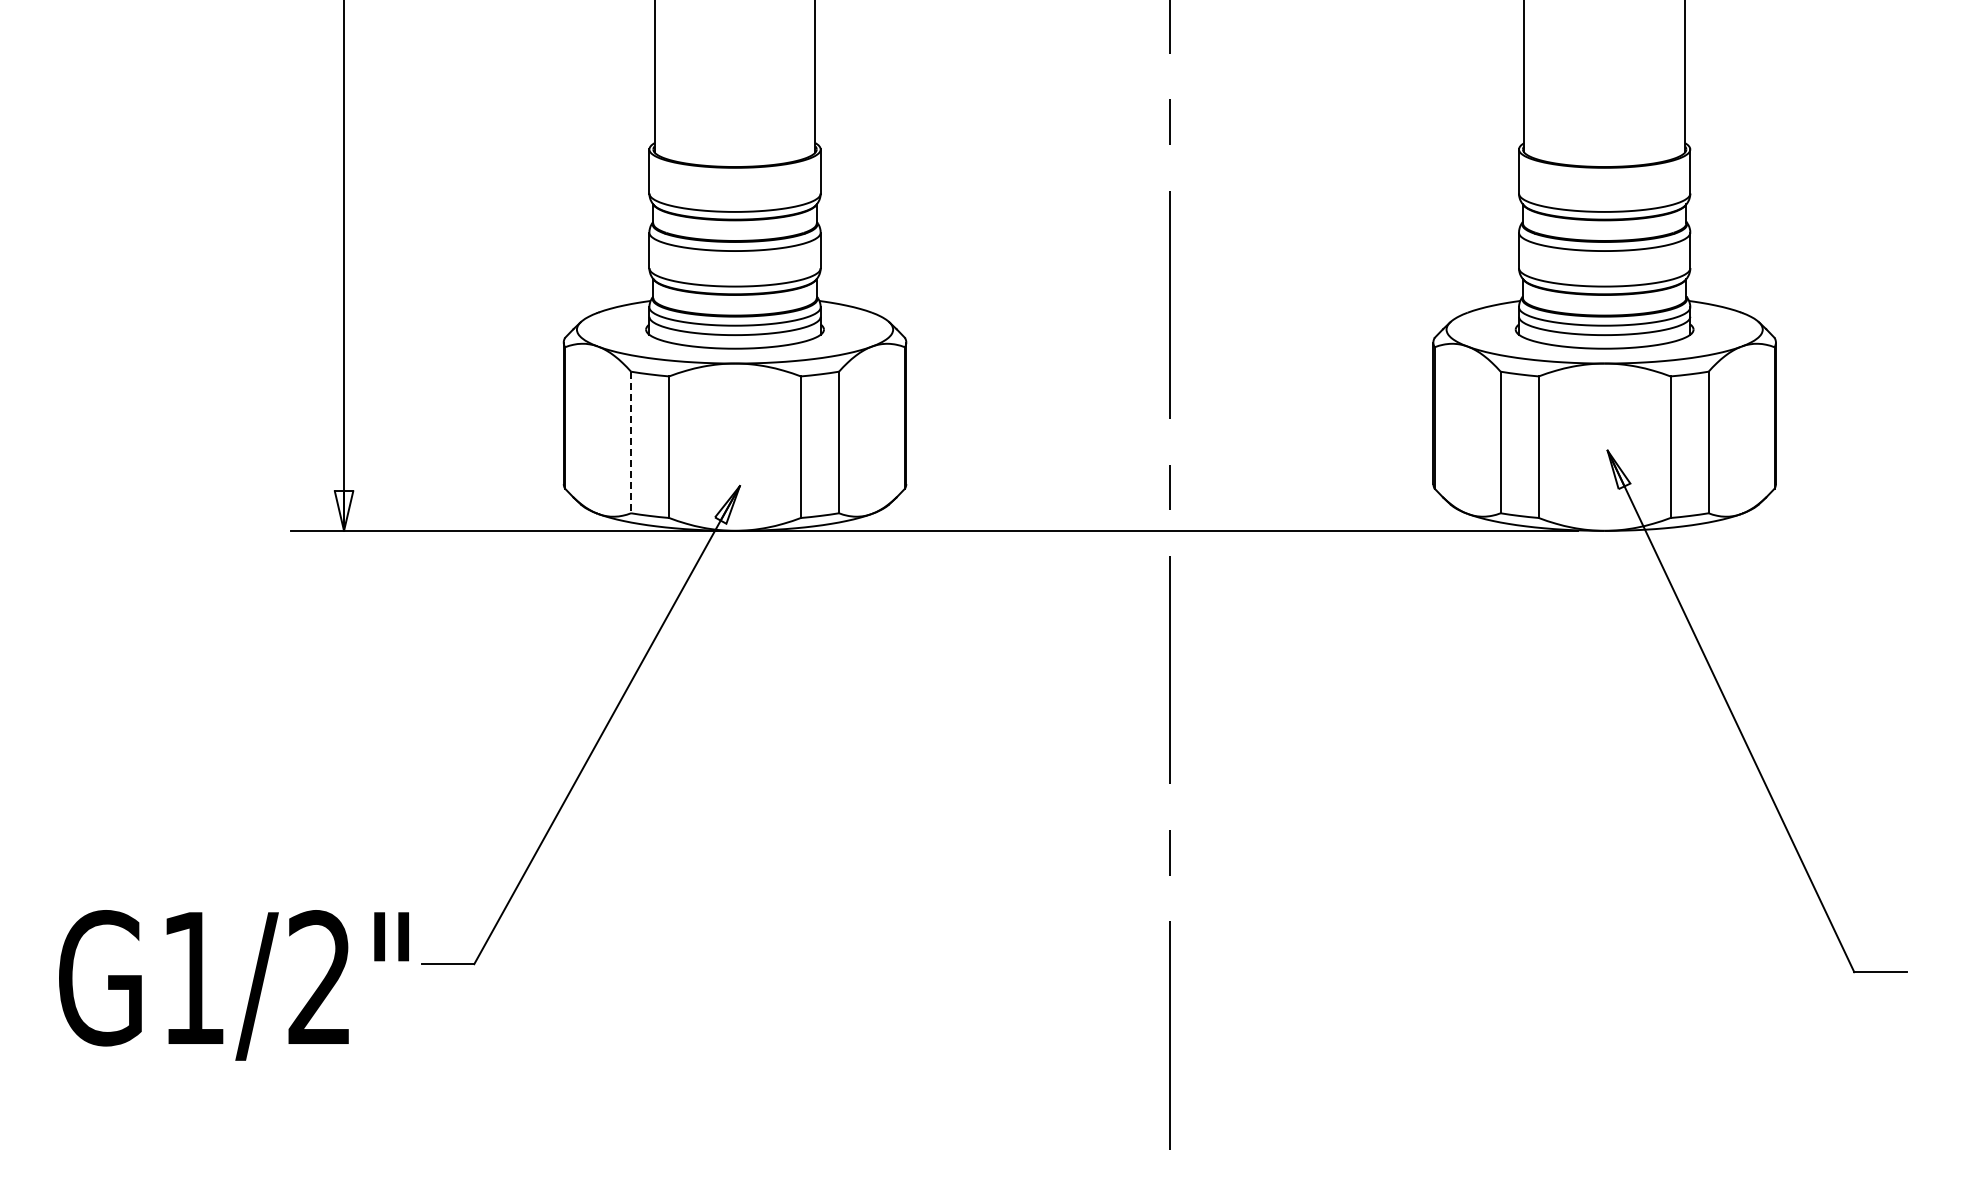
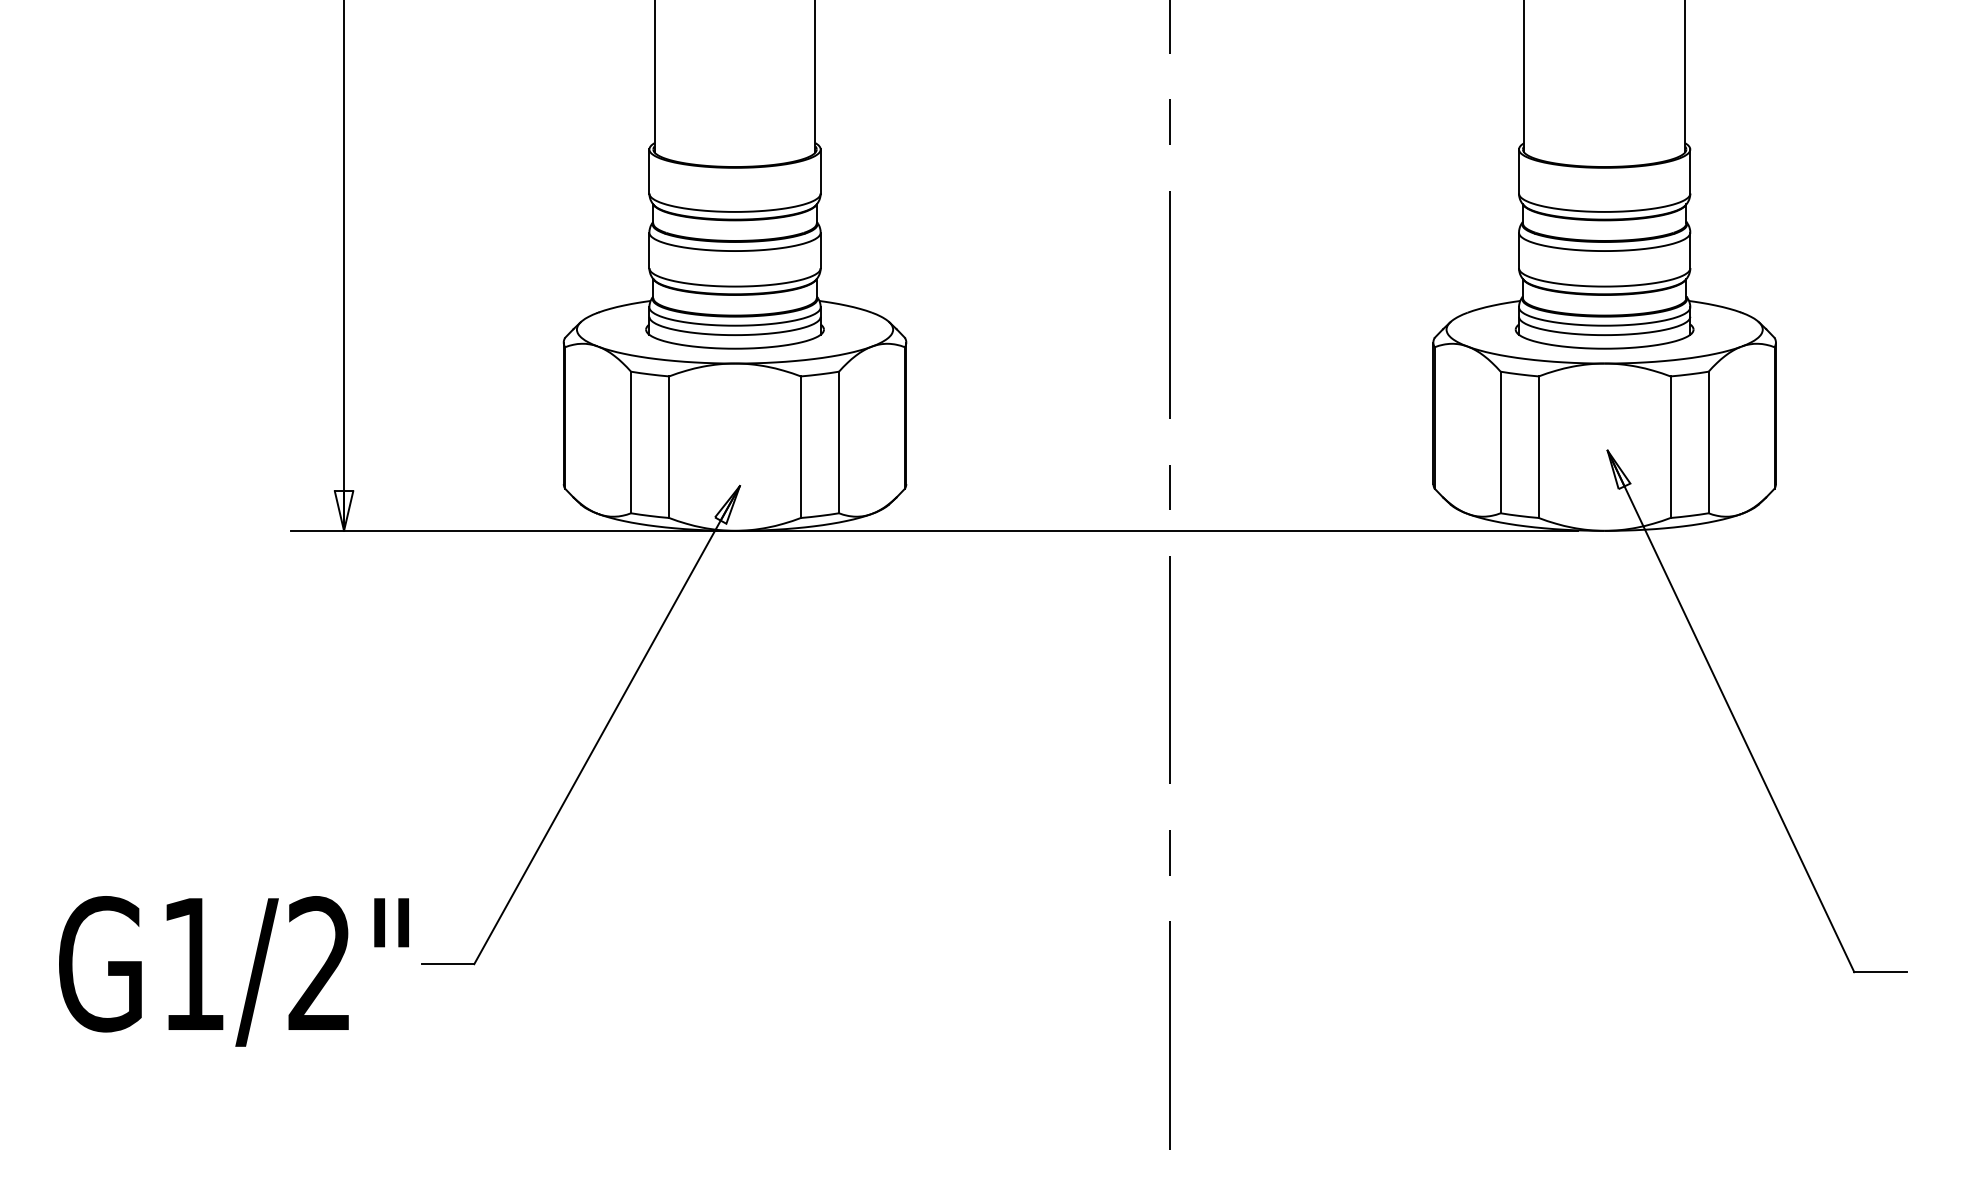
line at (631, 442): dashed -> solid
text at (233, 985) position: (233, 985) -> (233, 971)
